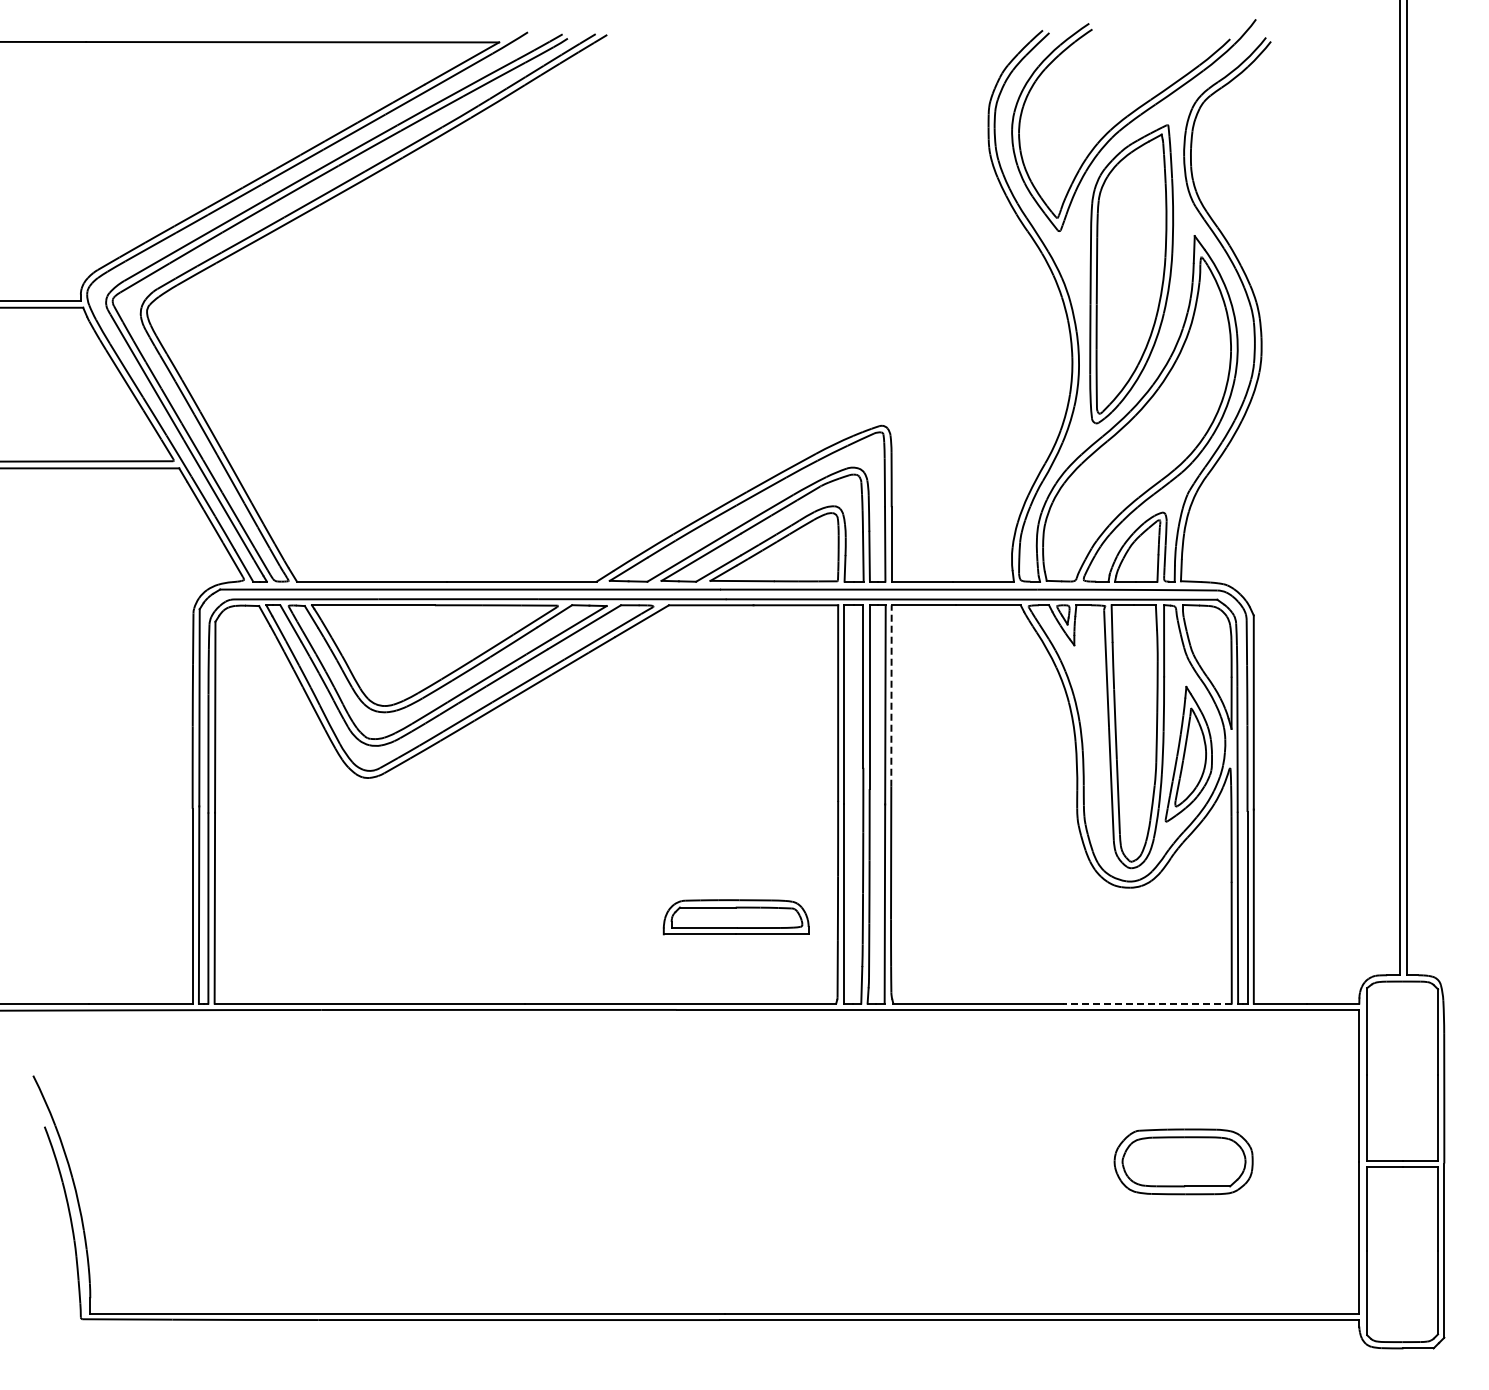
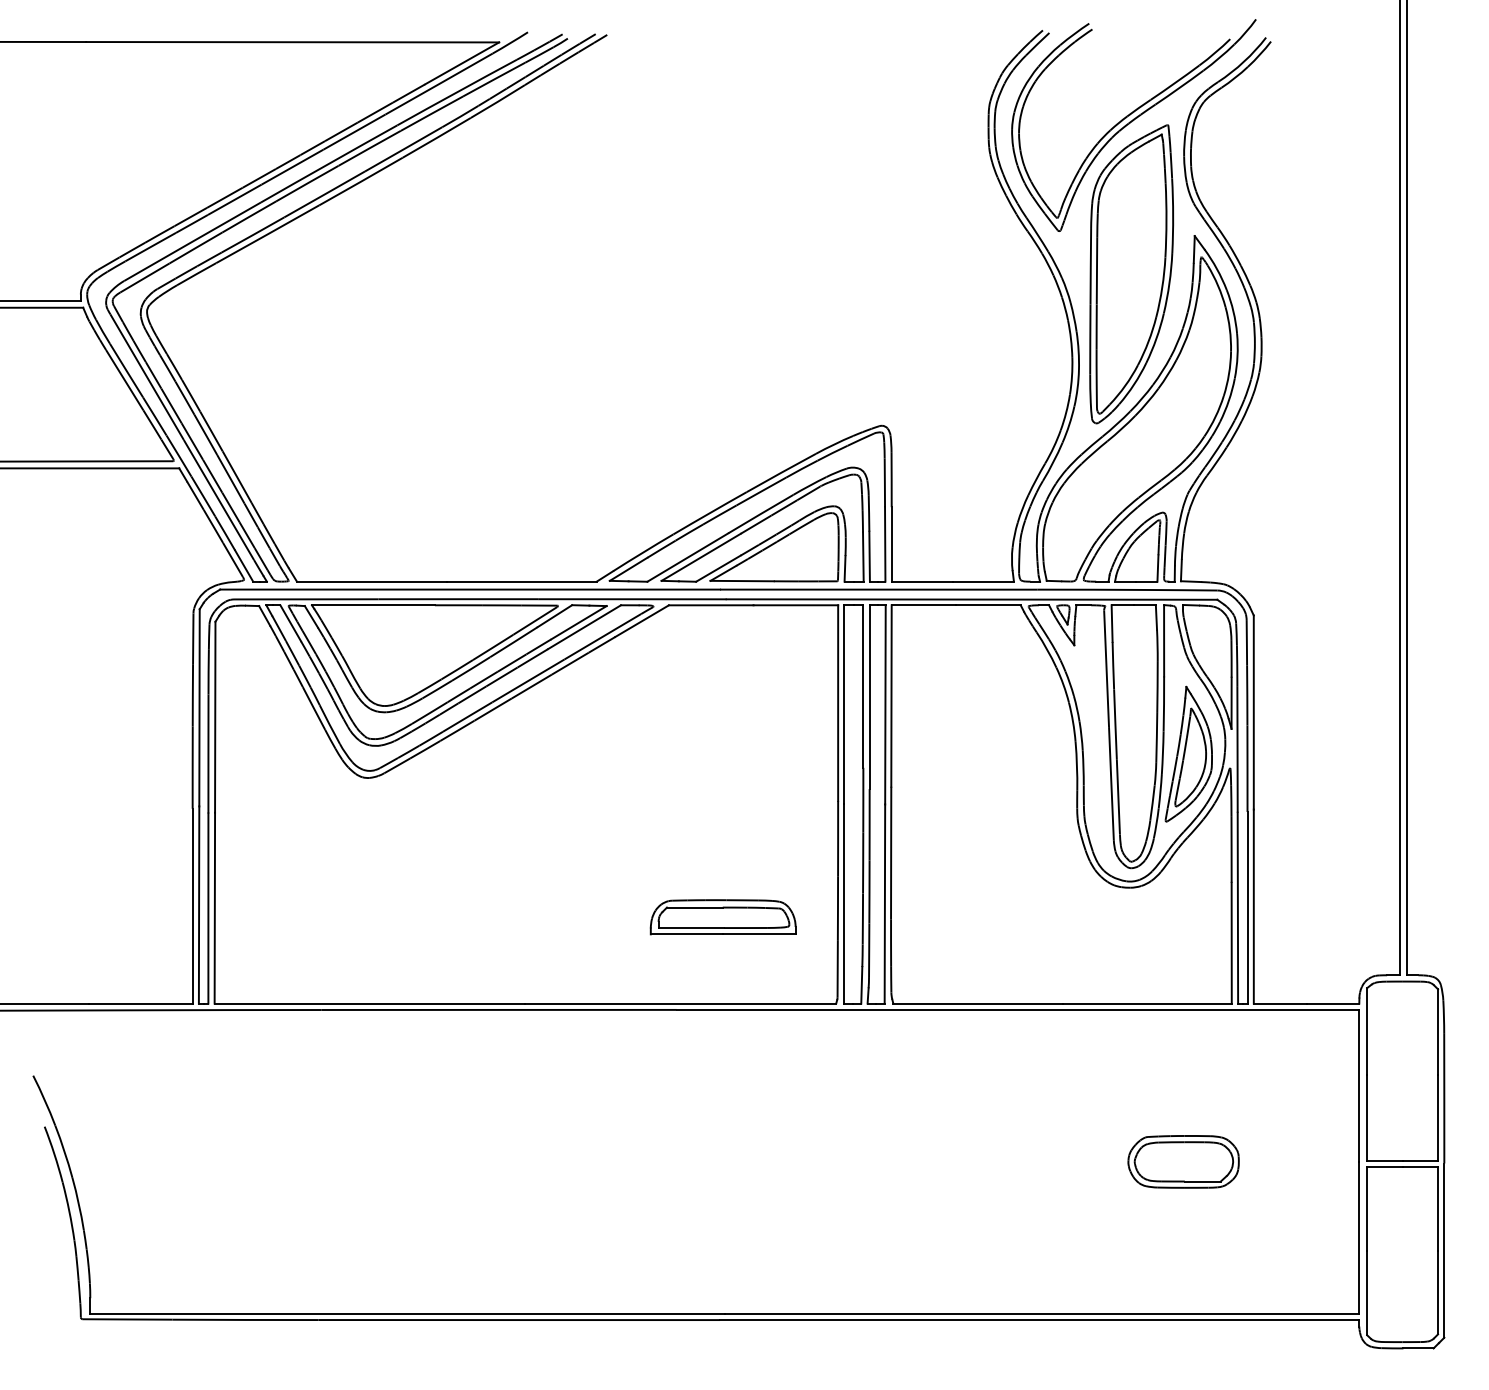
line at (891, 696): dashed -> solid
part at (735, 917) position: (735, 917) -> (722, 917)
line at (1147, 1003): dashed -> solid
part at (1183, 1161) size: 141x68 px -> 113x54 px
